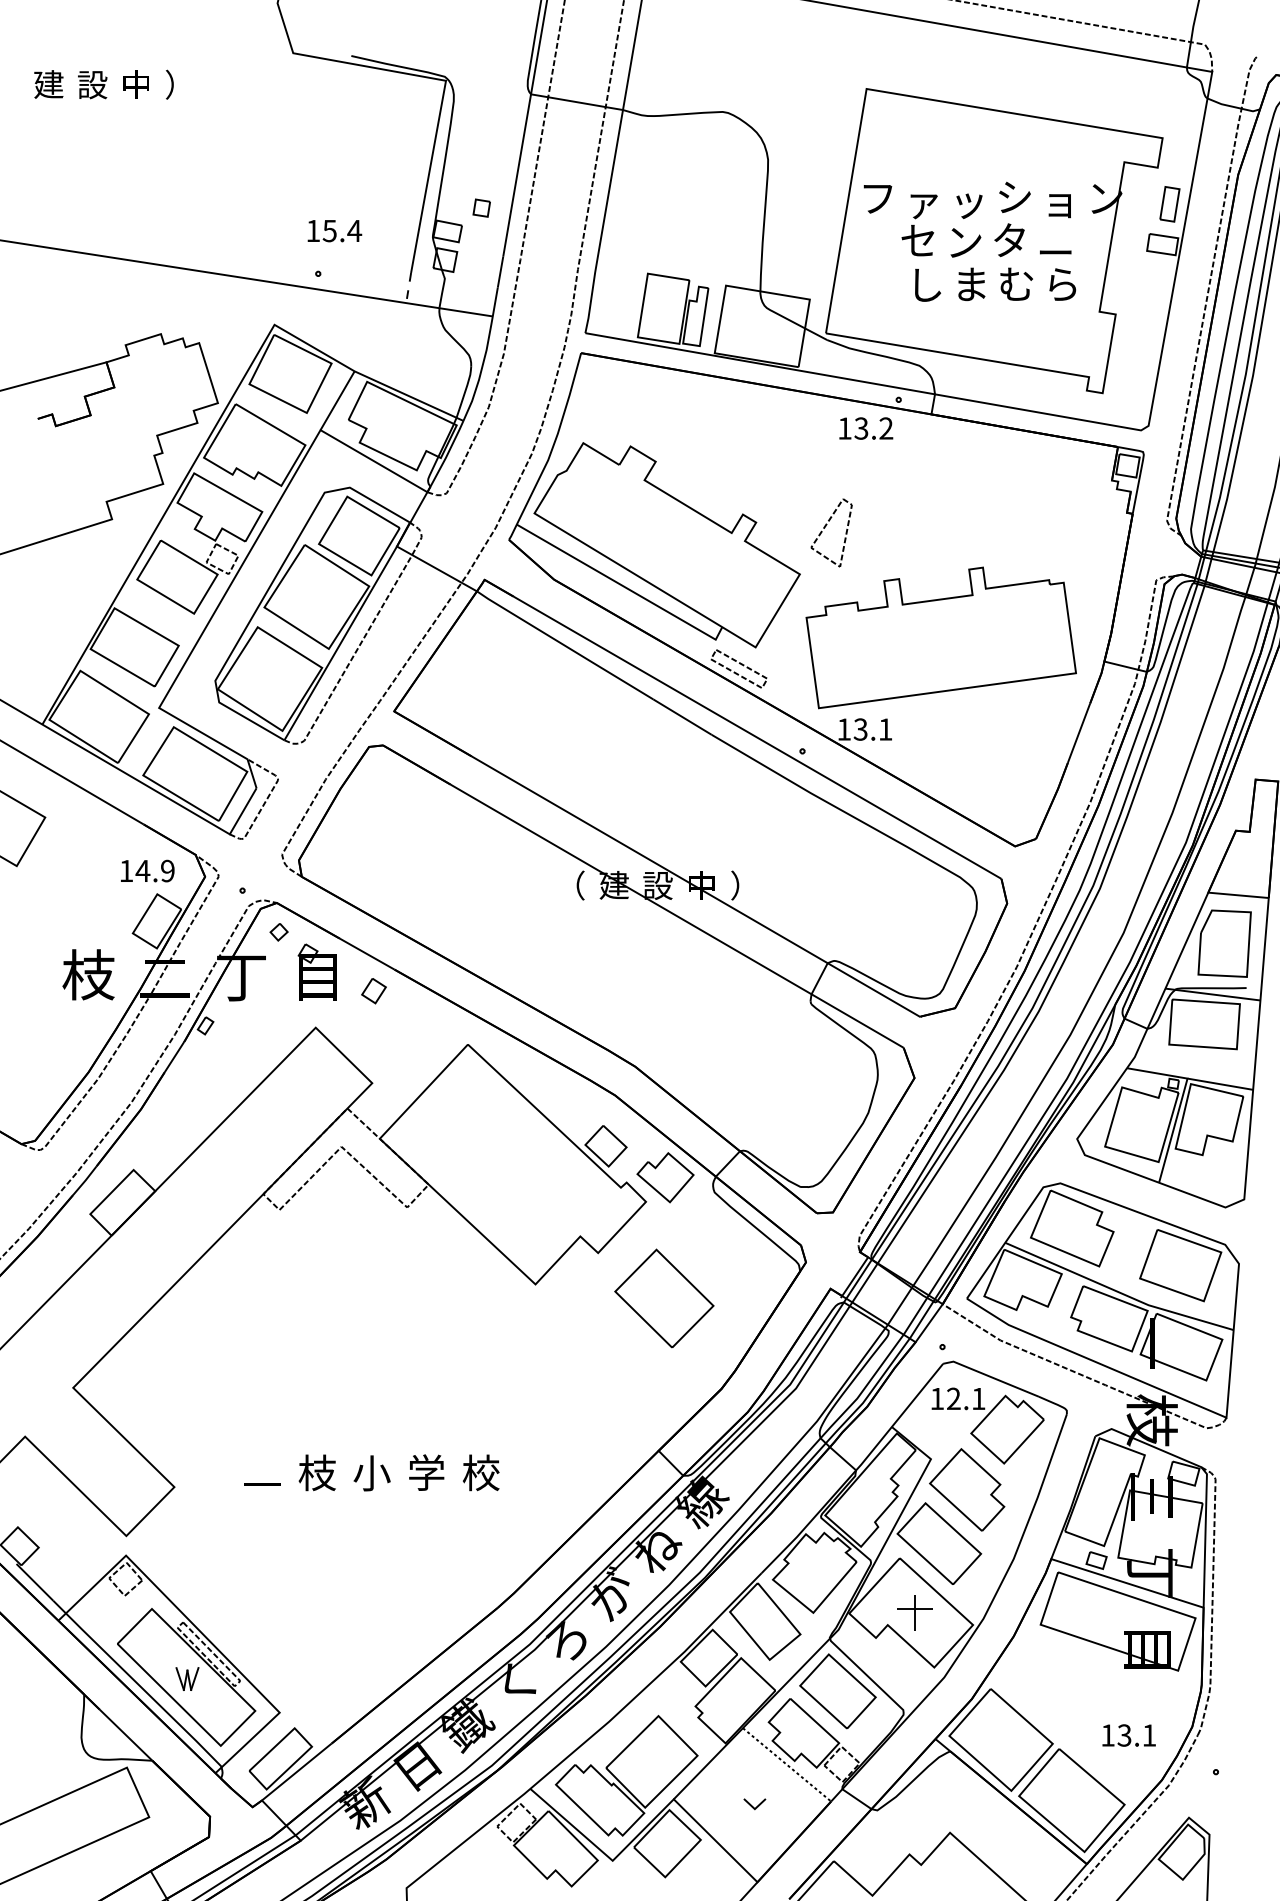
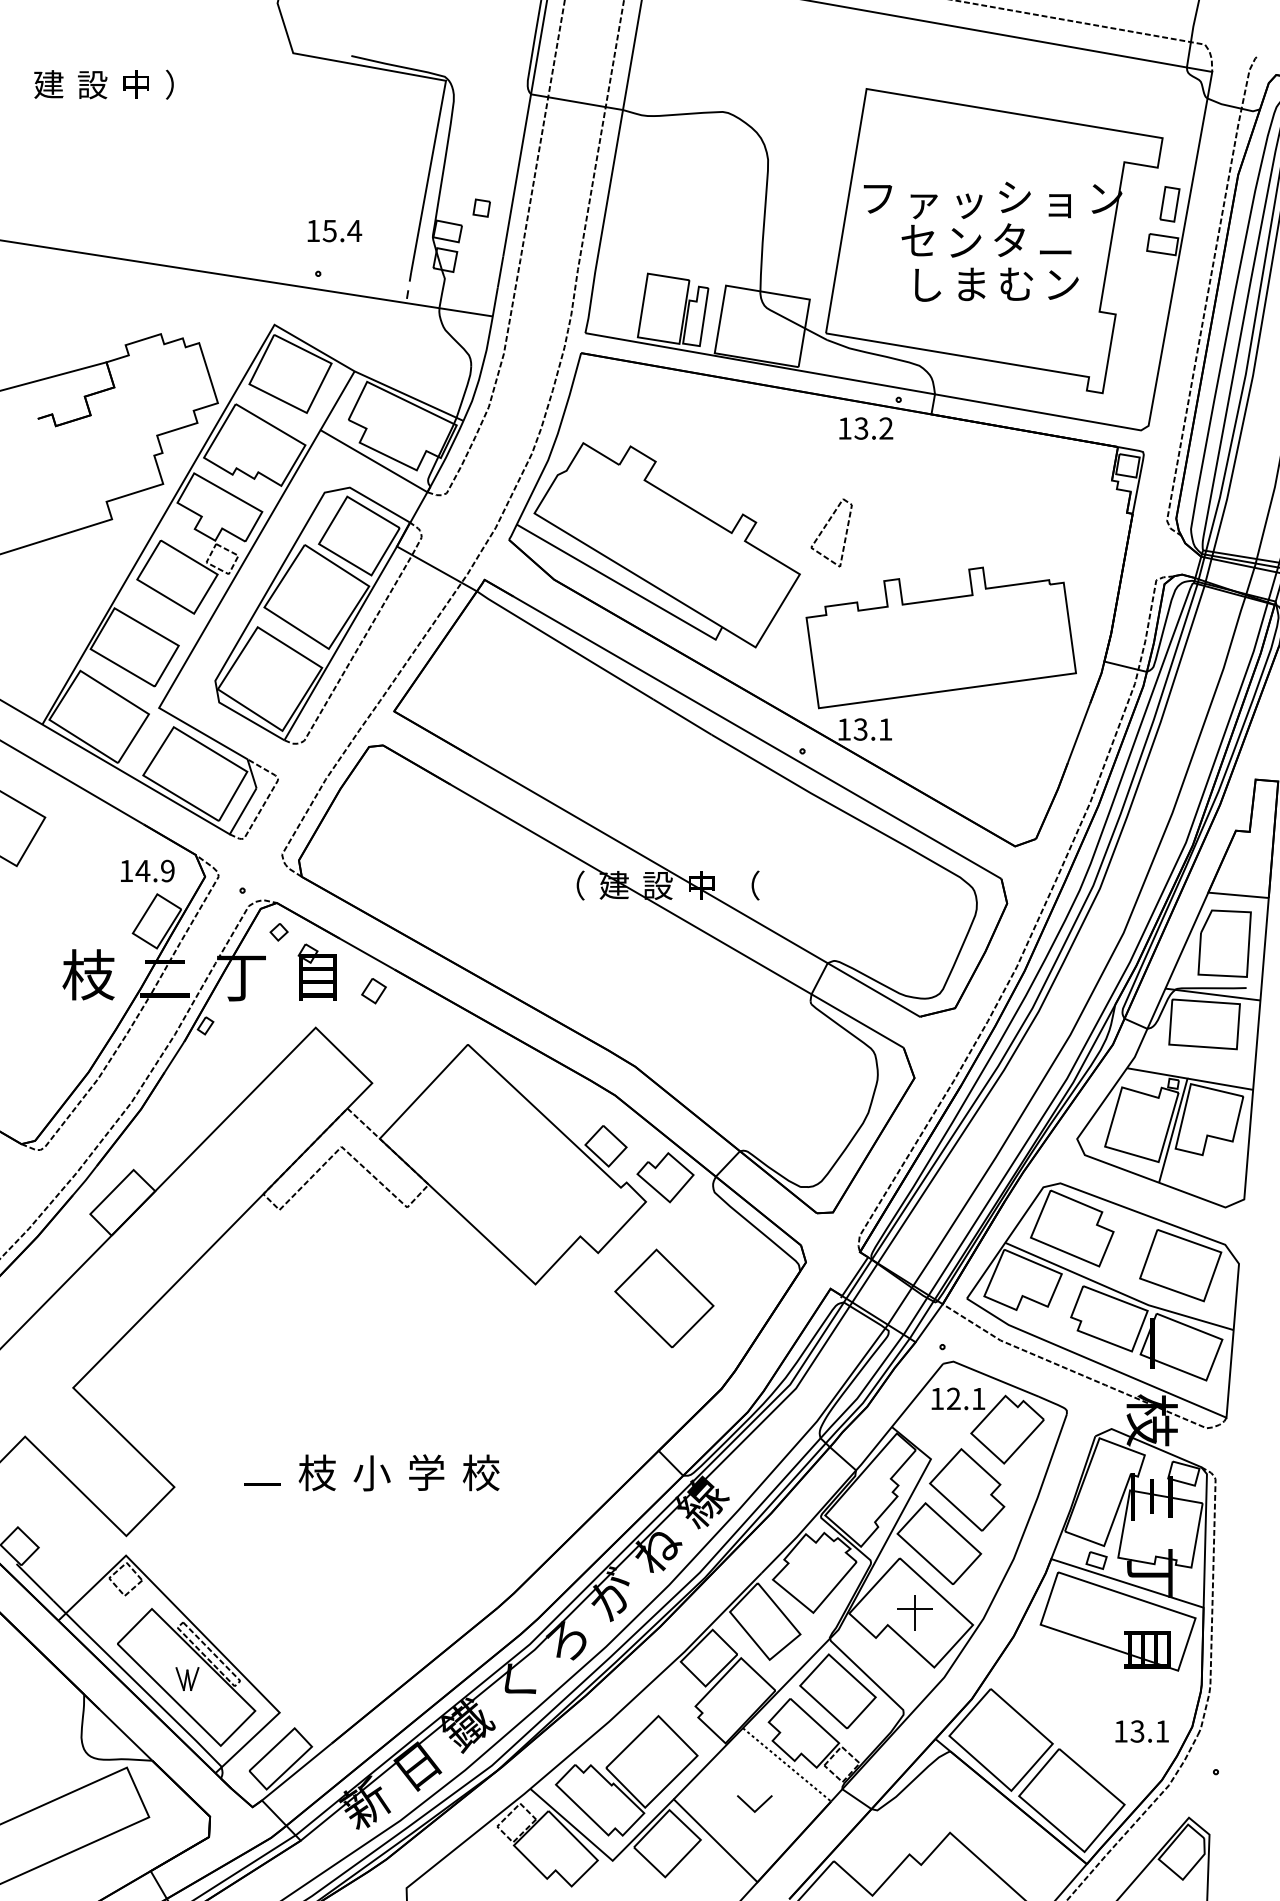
text at (1063, 284): ら -> ン
part at (738, 668): present -> none
text at (745, 885): ） -> （
text at (1128, 1735) position: (1128, 1735) -> (1141, 1731)
part at (754, 1804) size: 24x13 px -> 36x18 px
